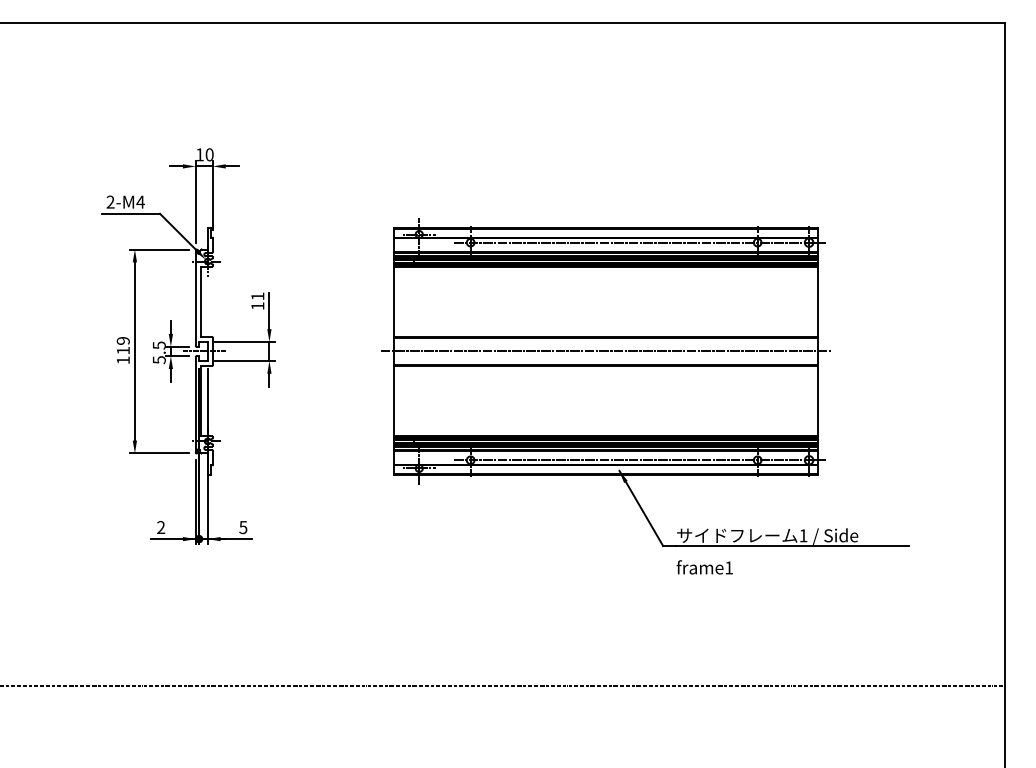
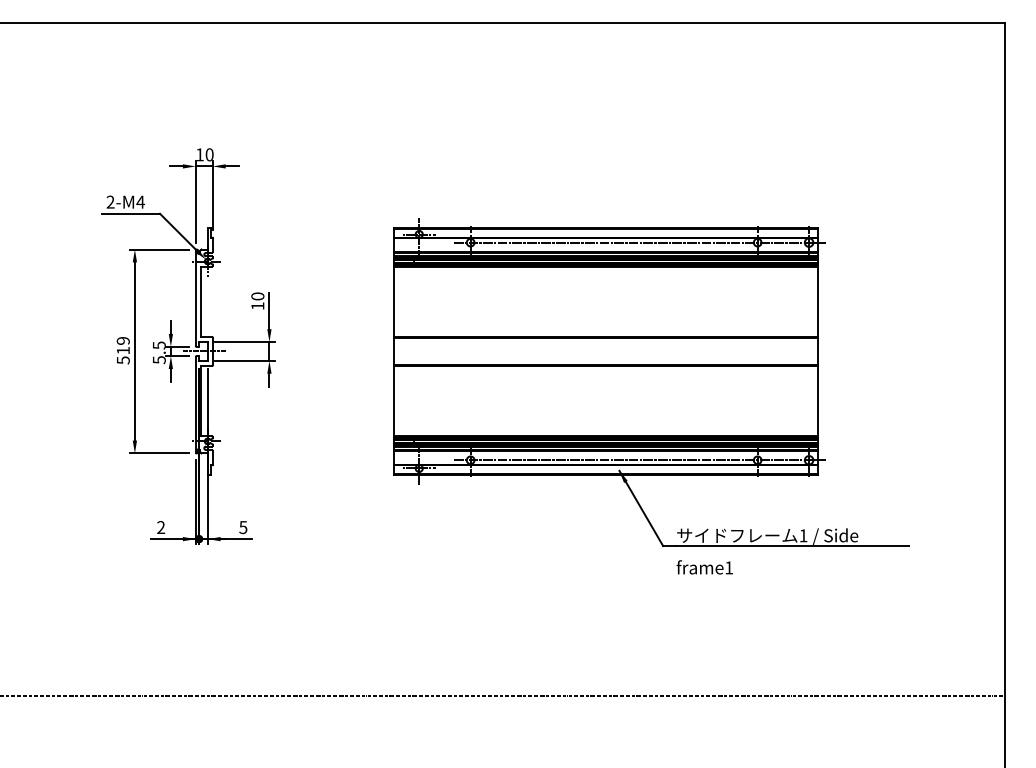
text at (257, 296): 11 -> 10
line at (605, 351): present -> none
text at (123, 360): 119 -> 519
line at (503, 685) position: (503, 685) -> (503, 695)
